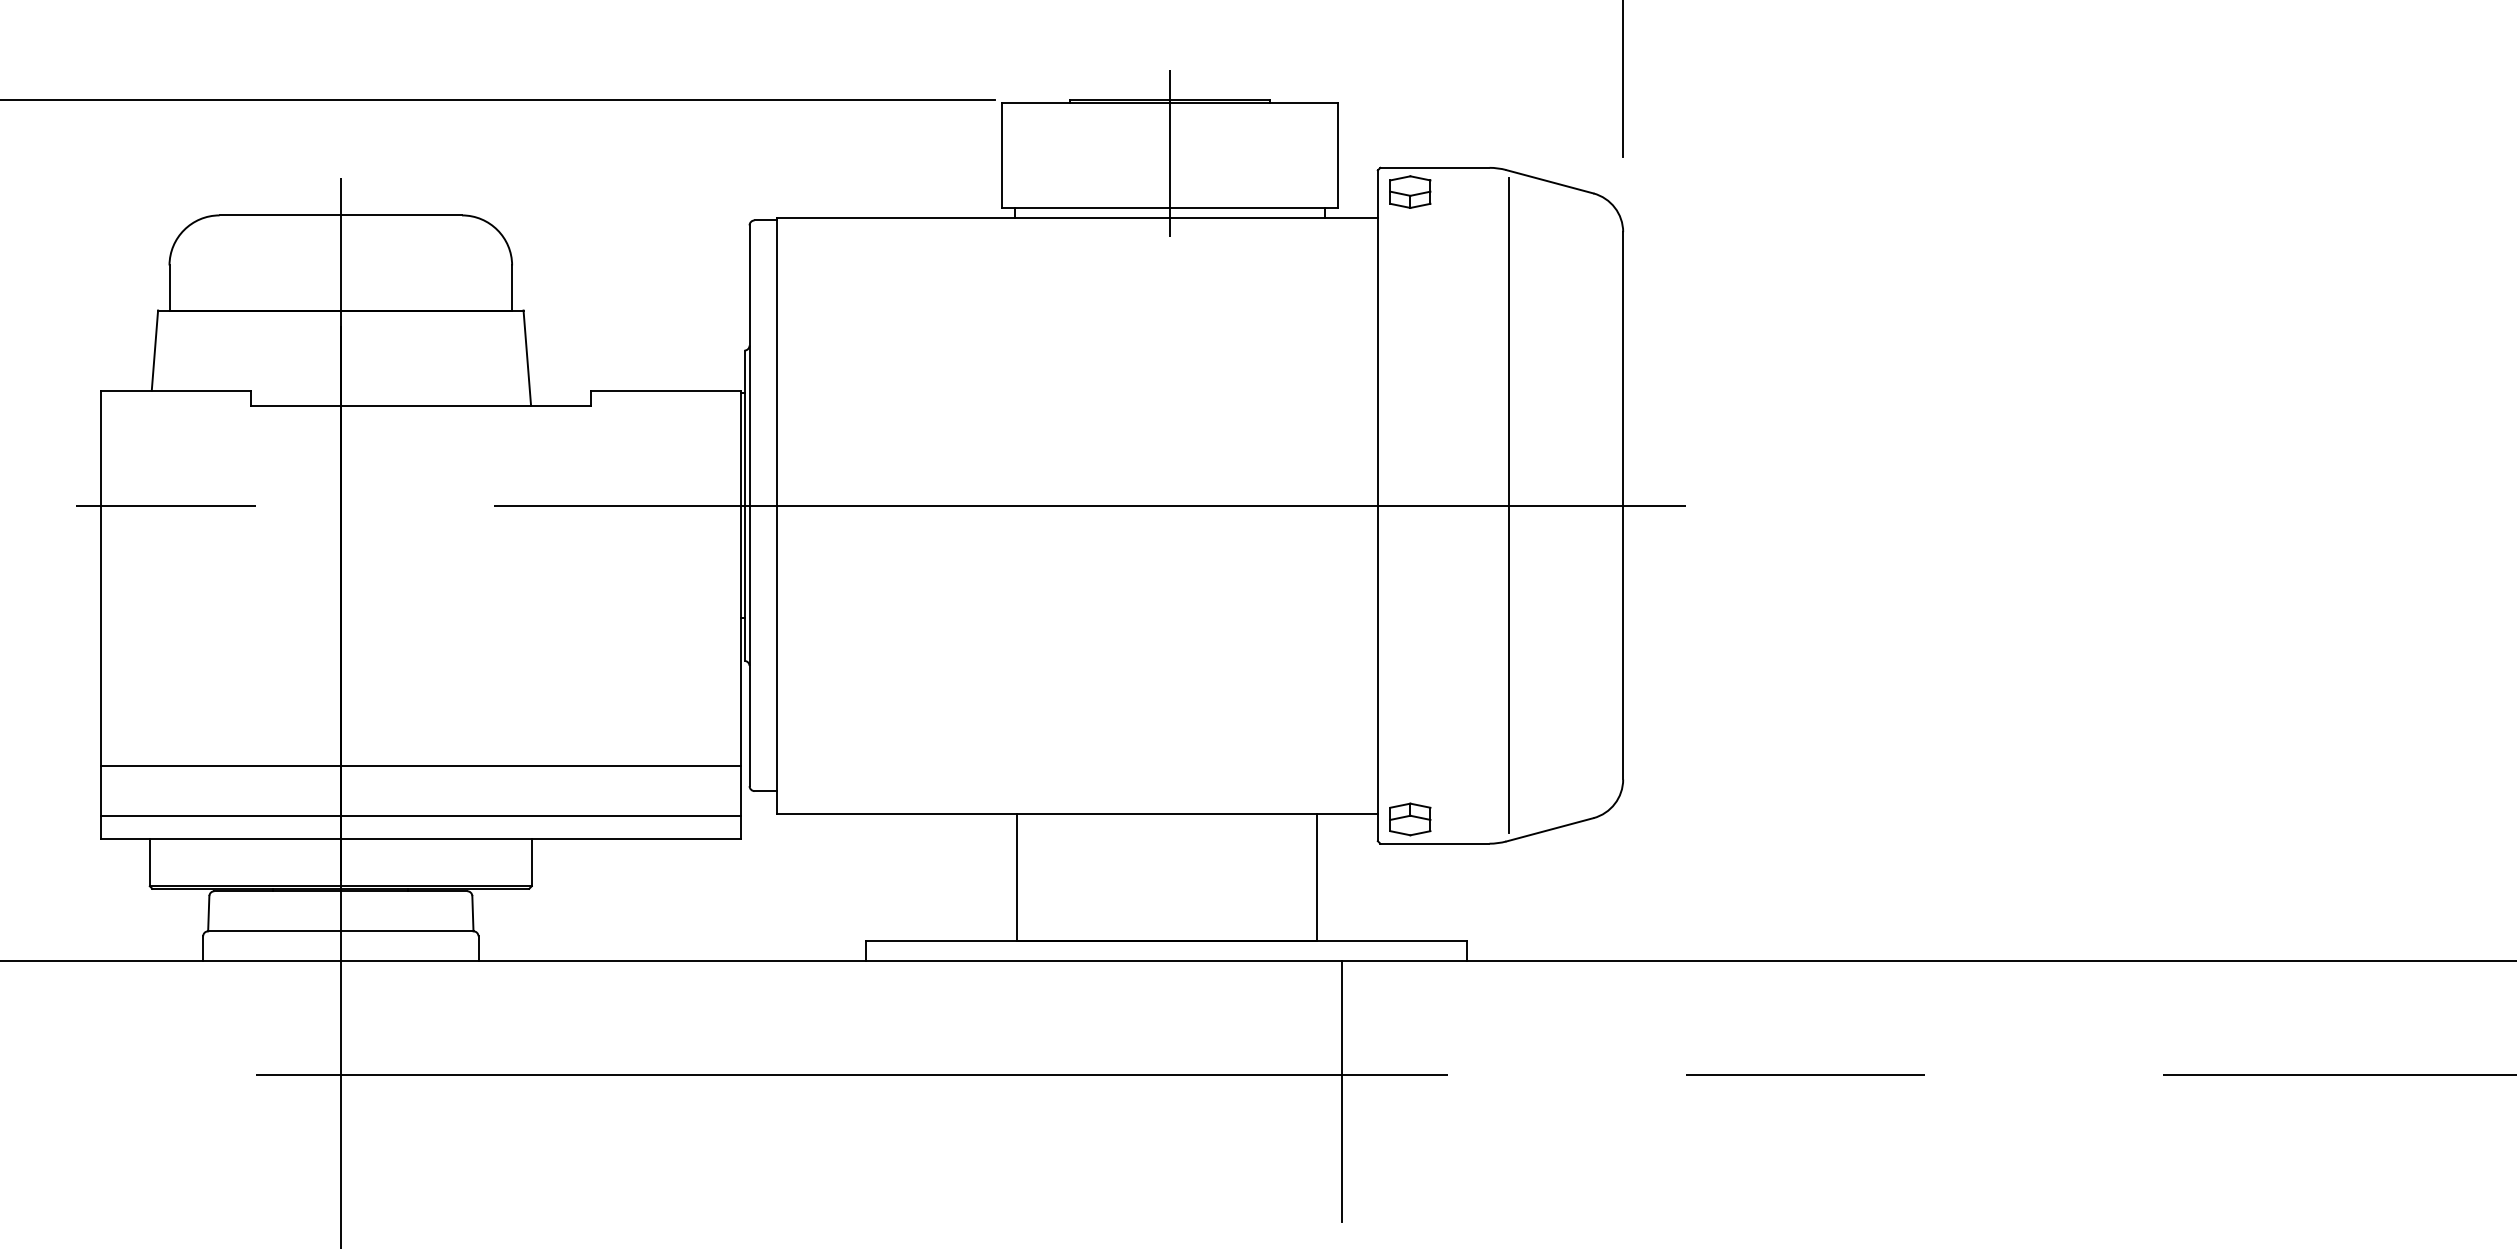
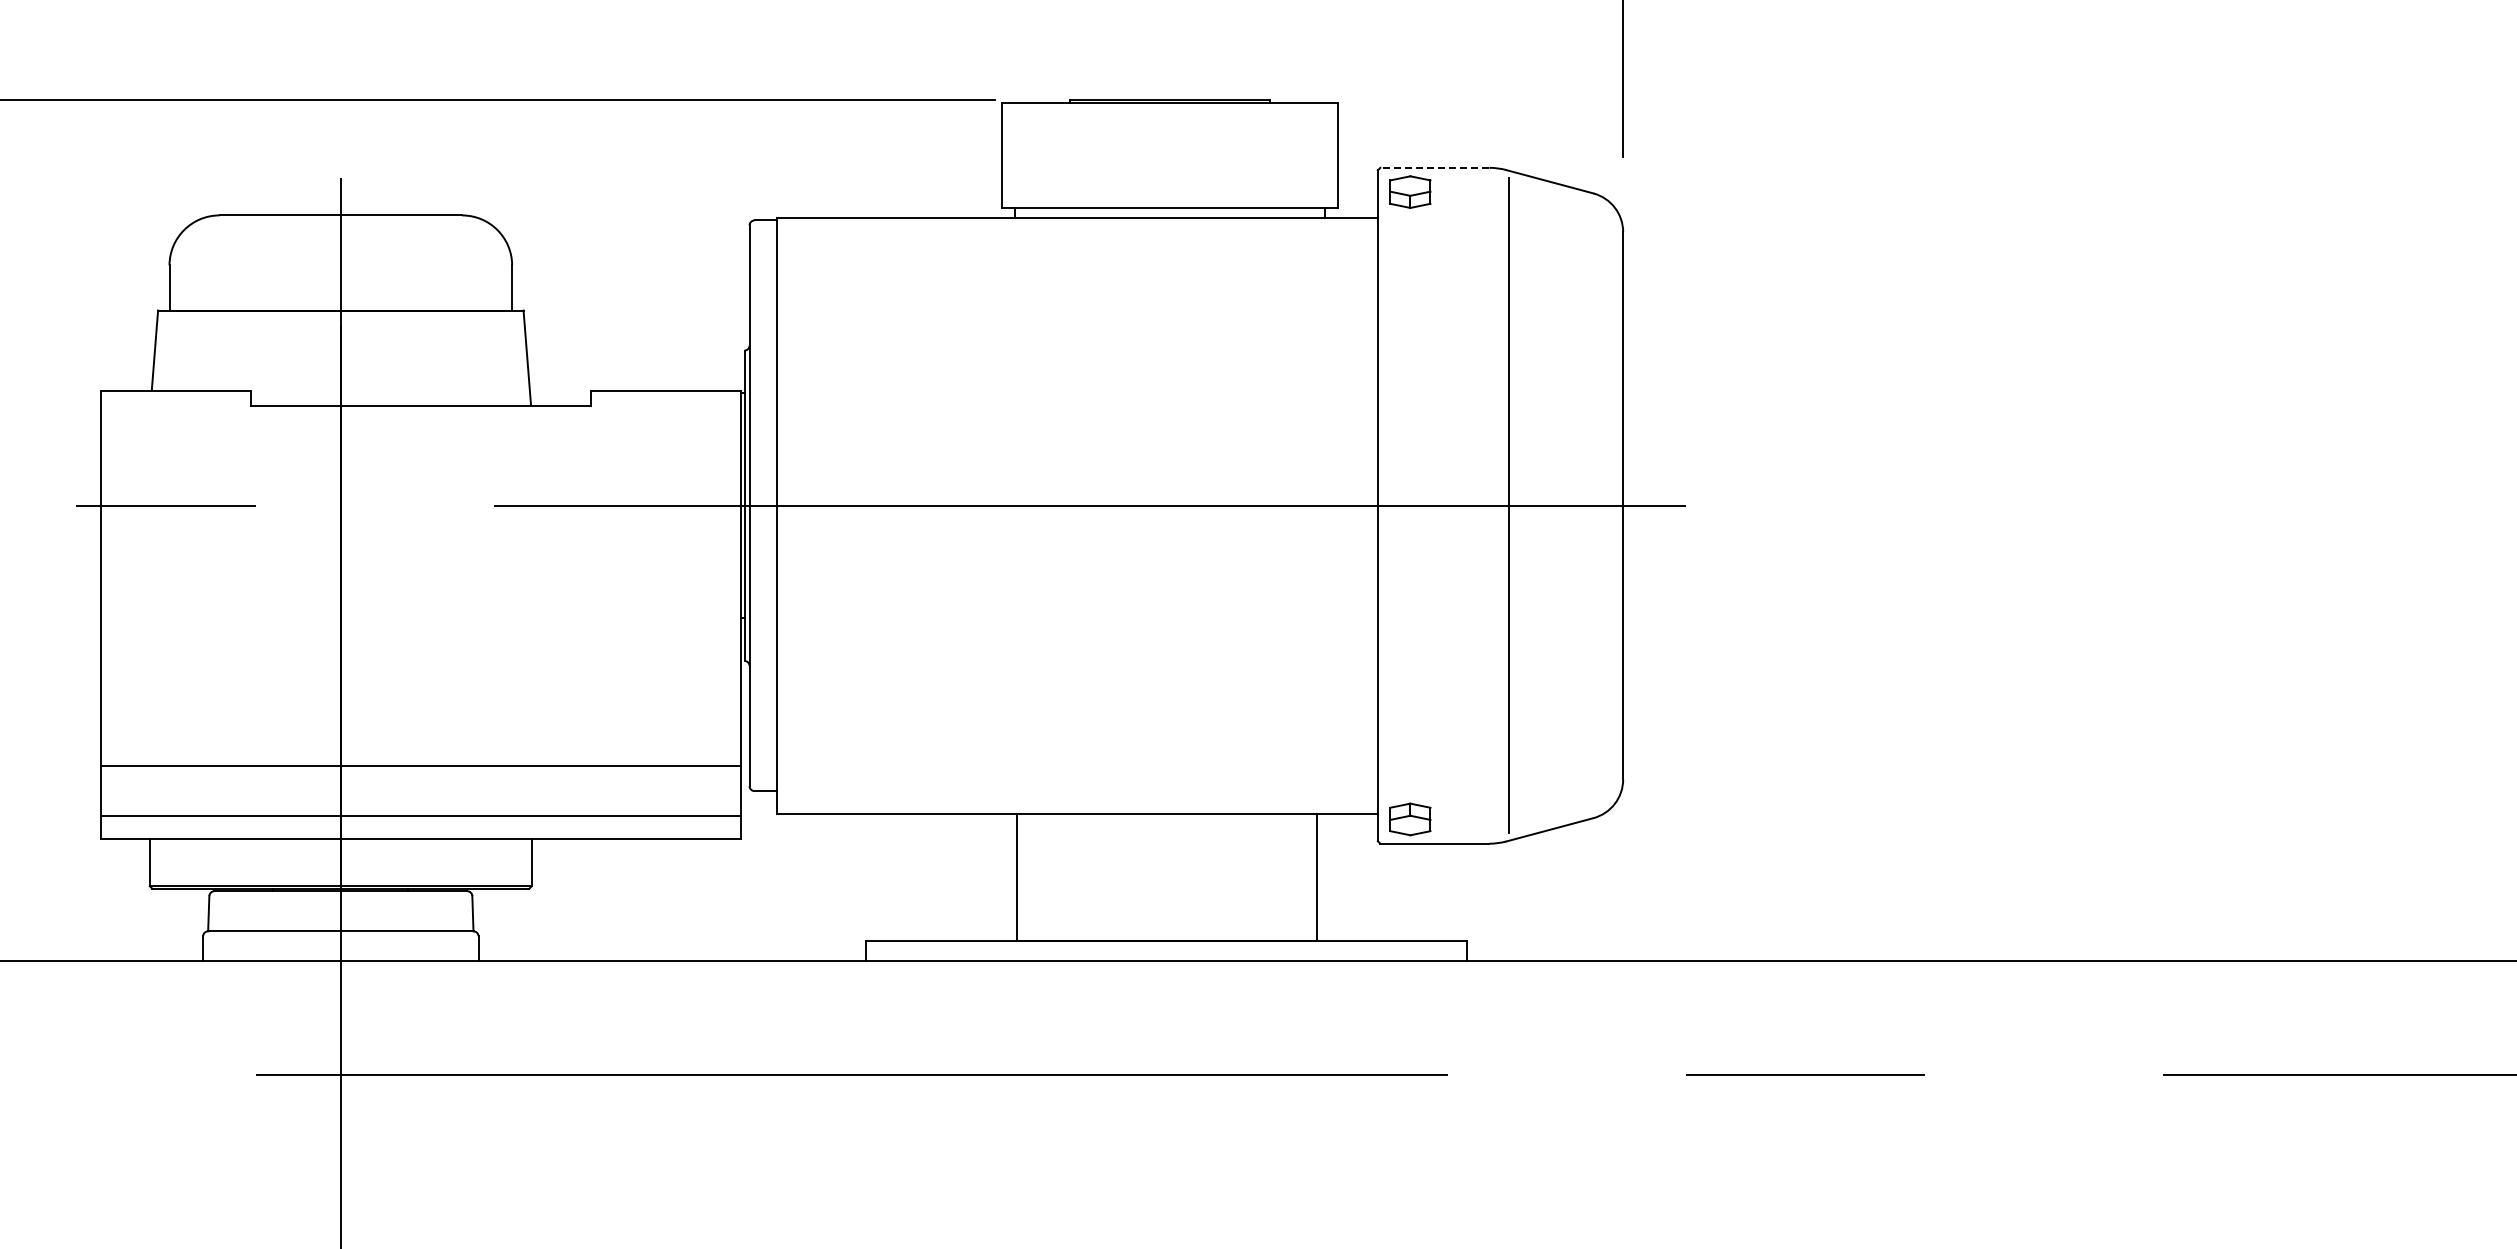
line at (1170, 152): present -> none
line at (1434, 167): solid -> dashed
line at (1342, 1091): present -> none
